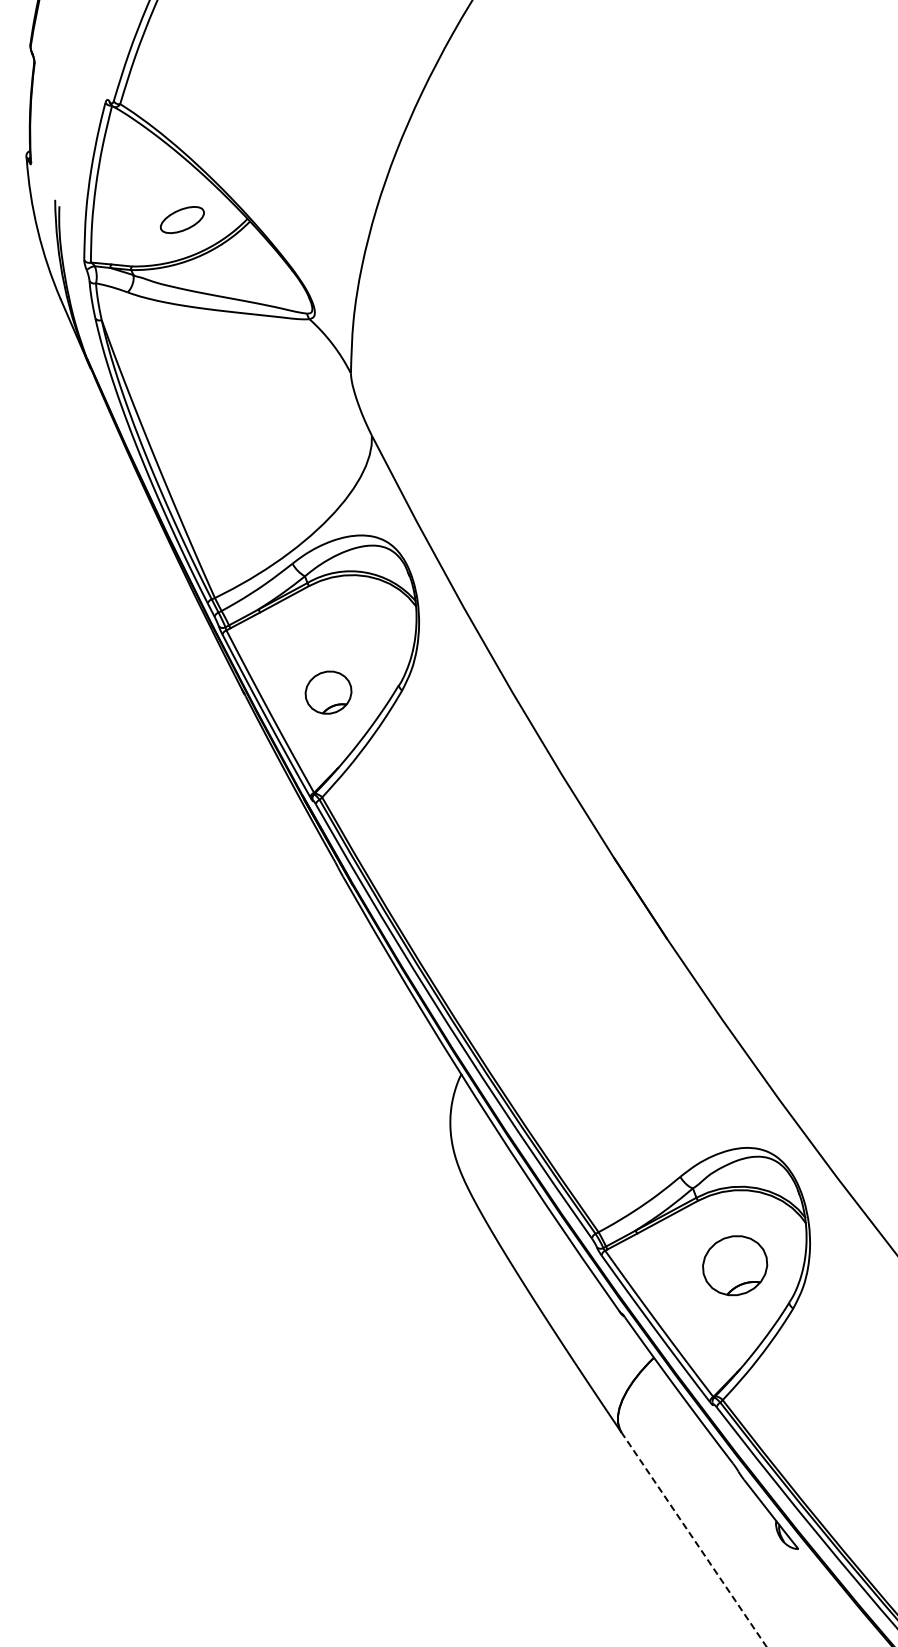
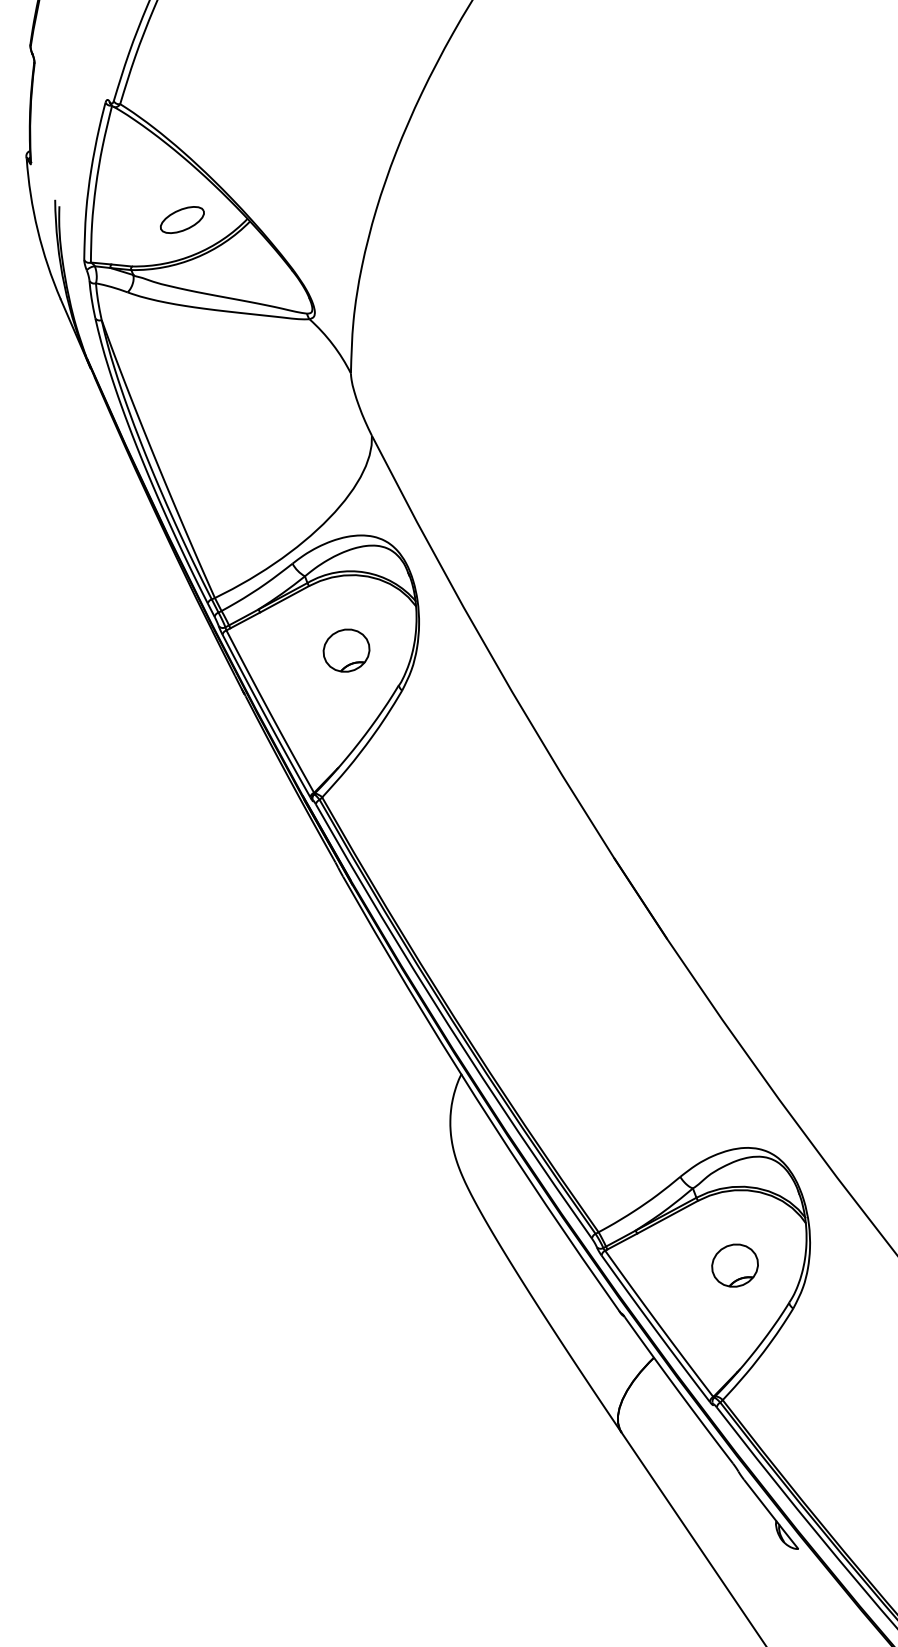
part at (328, 692) position: (328, 692) -> (346, 650)
part at (735, 1265) size: 67x62 px -> 48x45 px
line at (693, 1539): dashed -> solid
